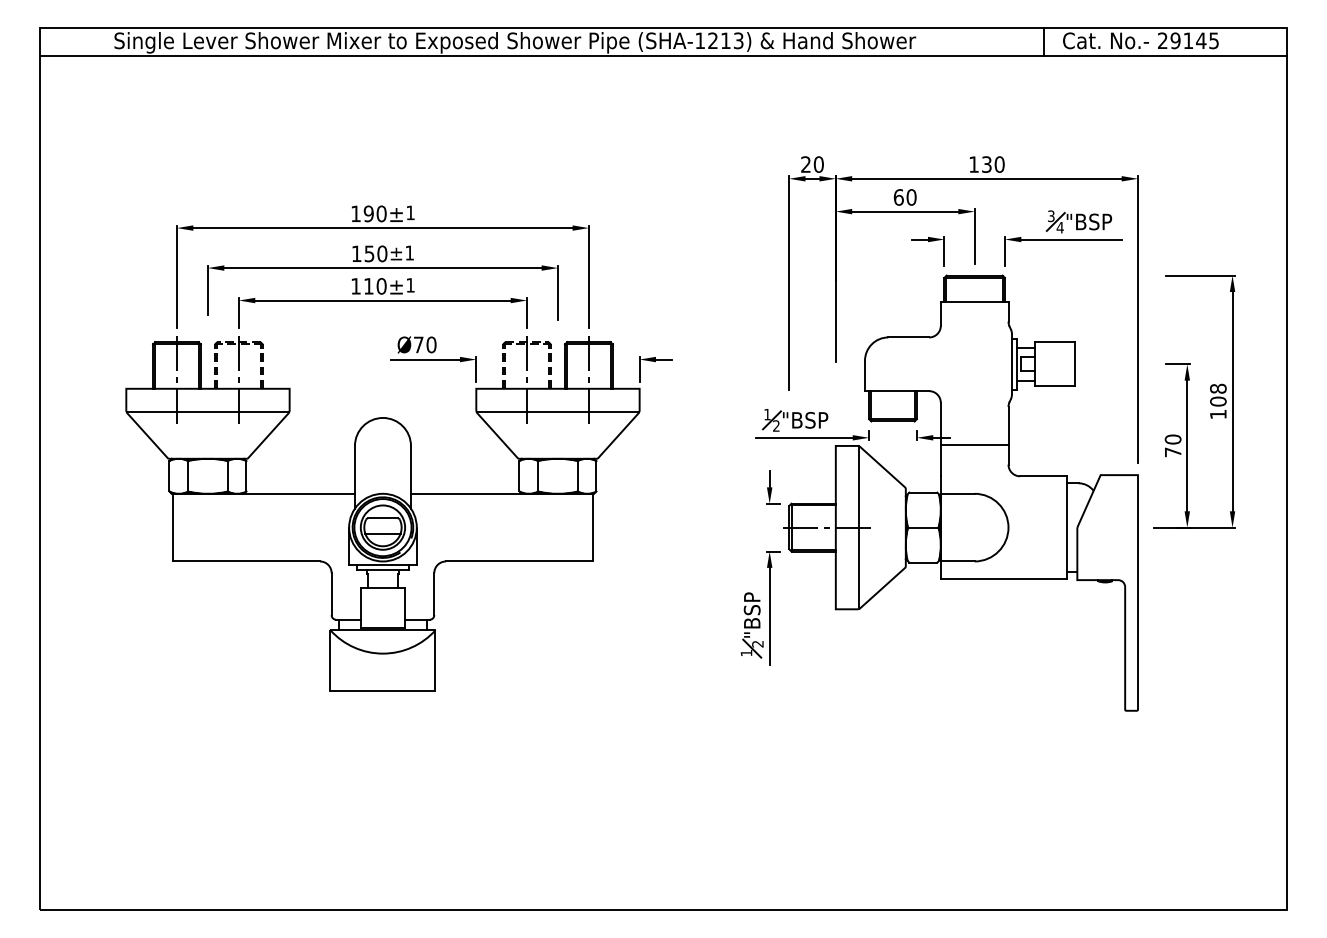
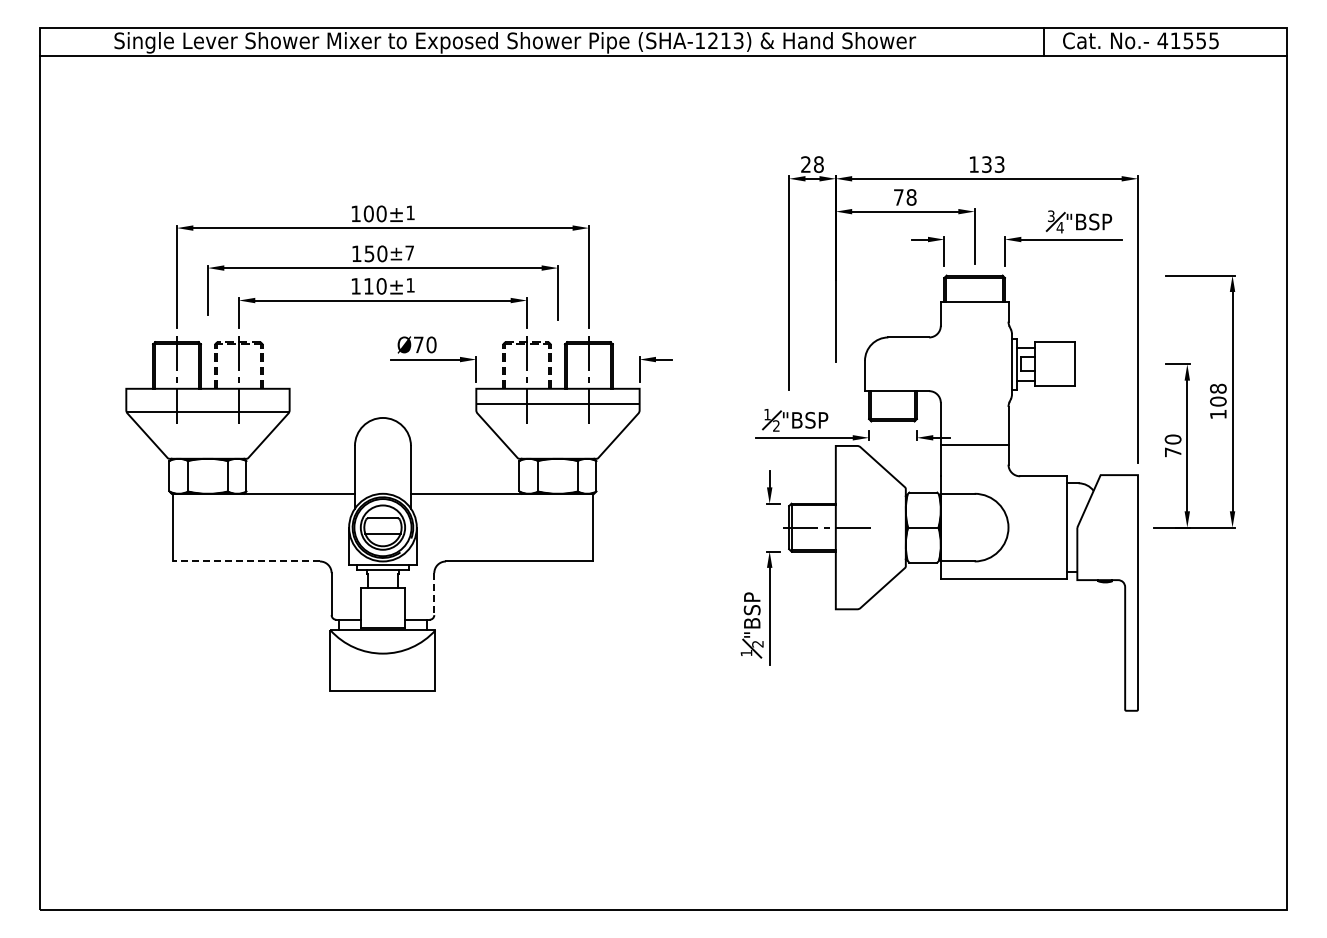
text at (1181, 40): 29145 -> 41555
text at (818, 164): 20 -> 28
text at (999, 164): 130 -> 133
text at (904, 197): 60 -> 78
text at (368, 213): 190± -> 100±
text at (409, 252): ±1 -> ±7
line at (557, 412) position: (557, 412) -> (557, 404)
line at (859, 527): present -> none
line at (245, 561): solid -> dashed
line at (434, 594): solid -> dashed
